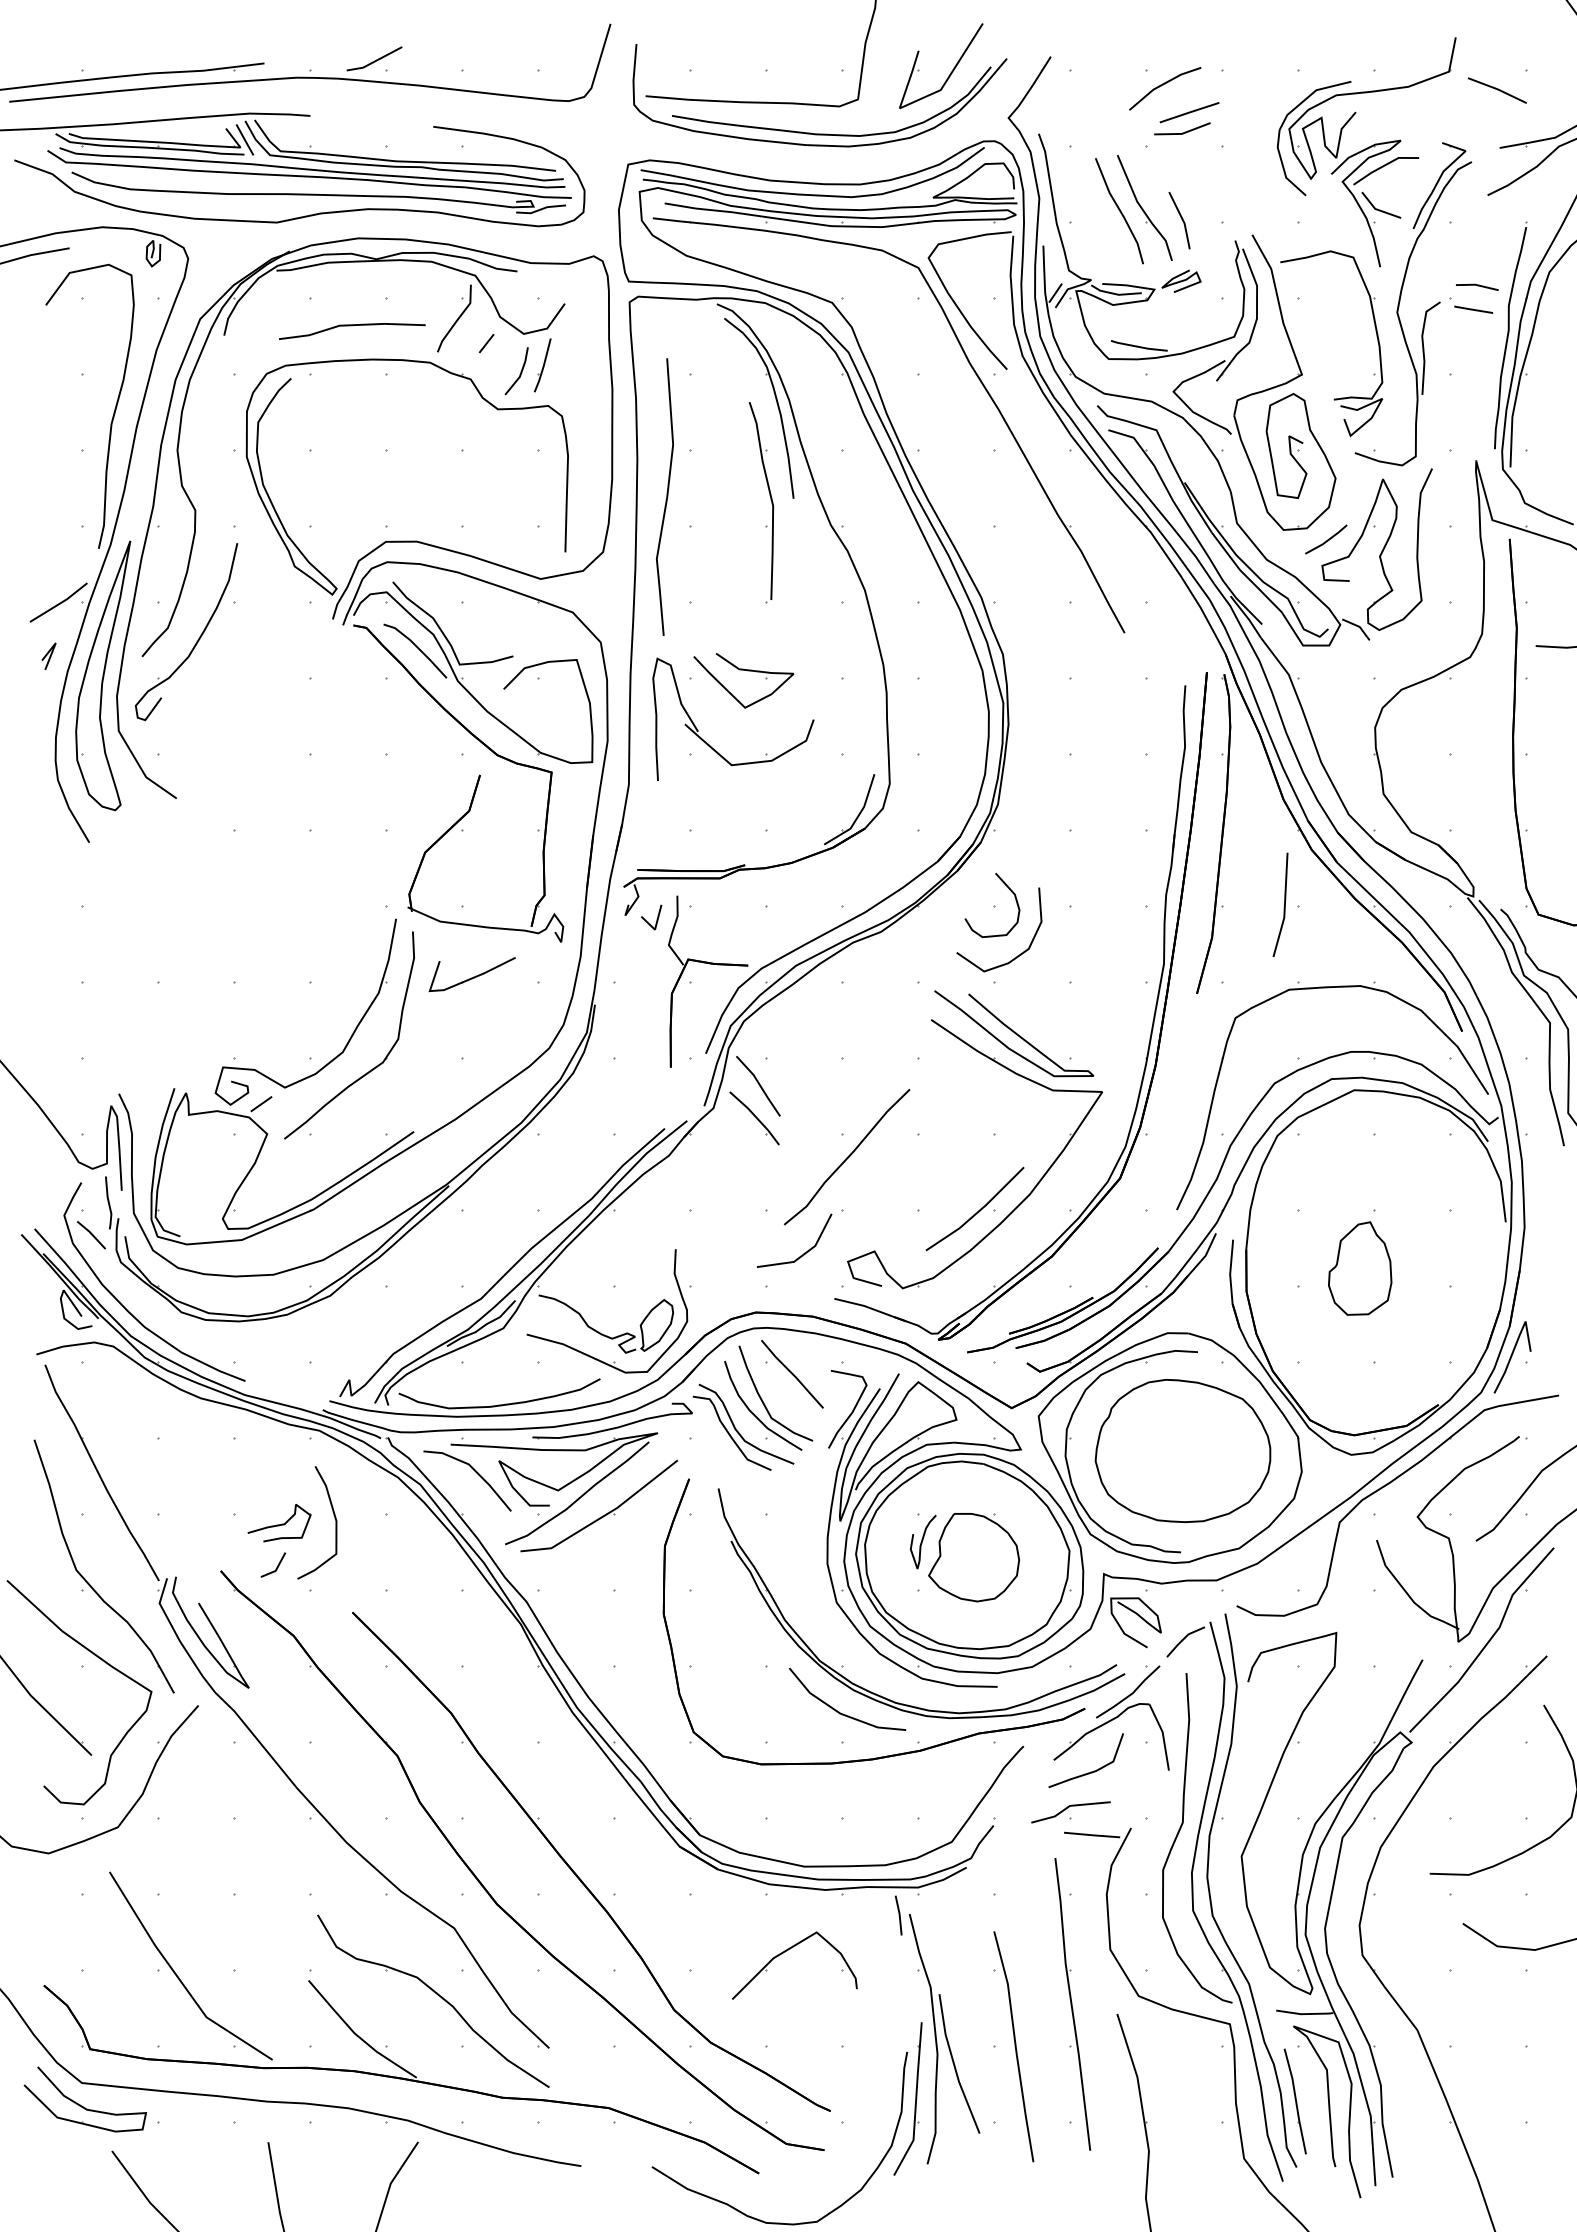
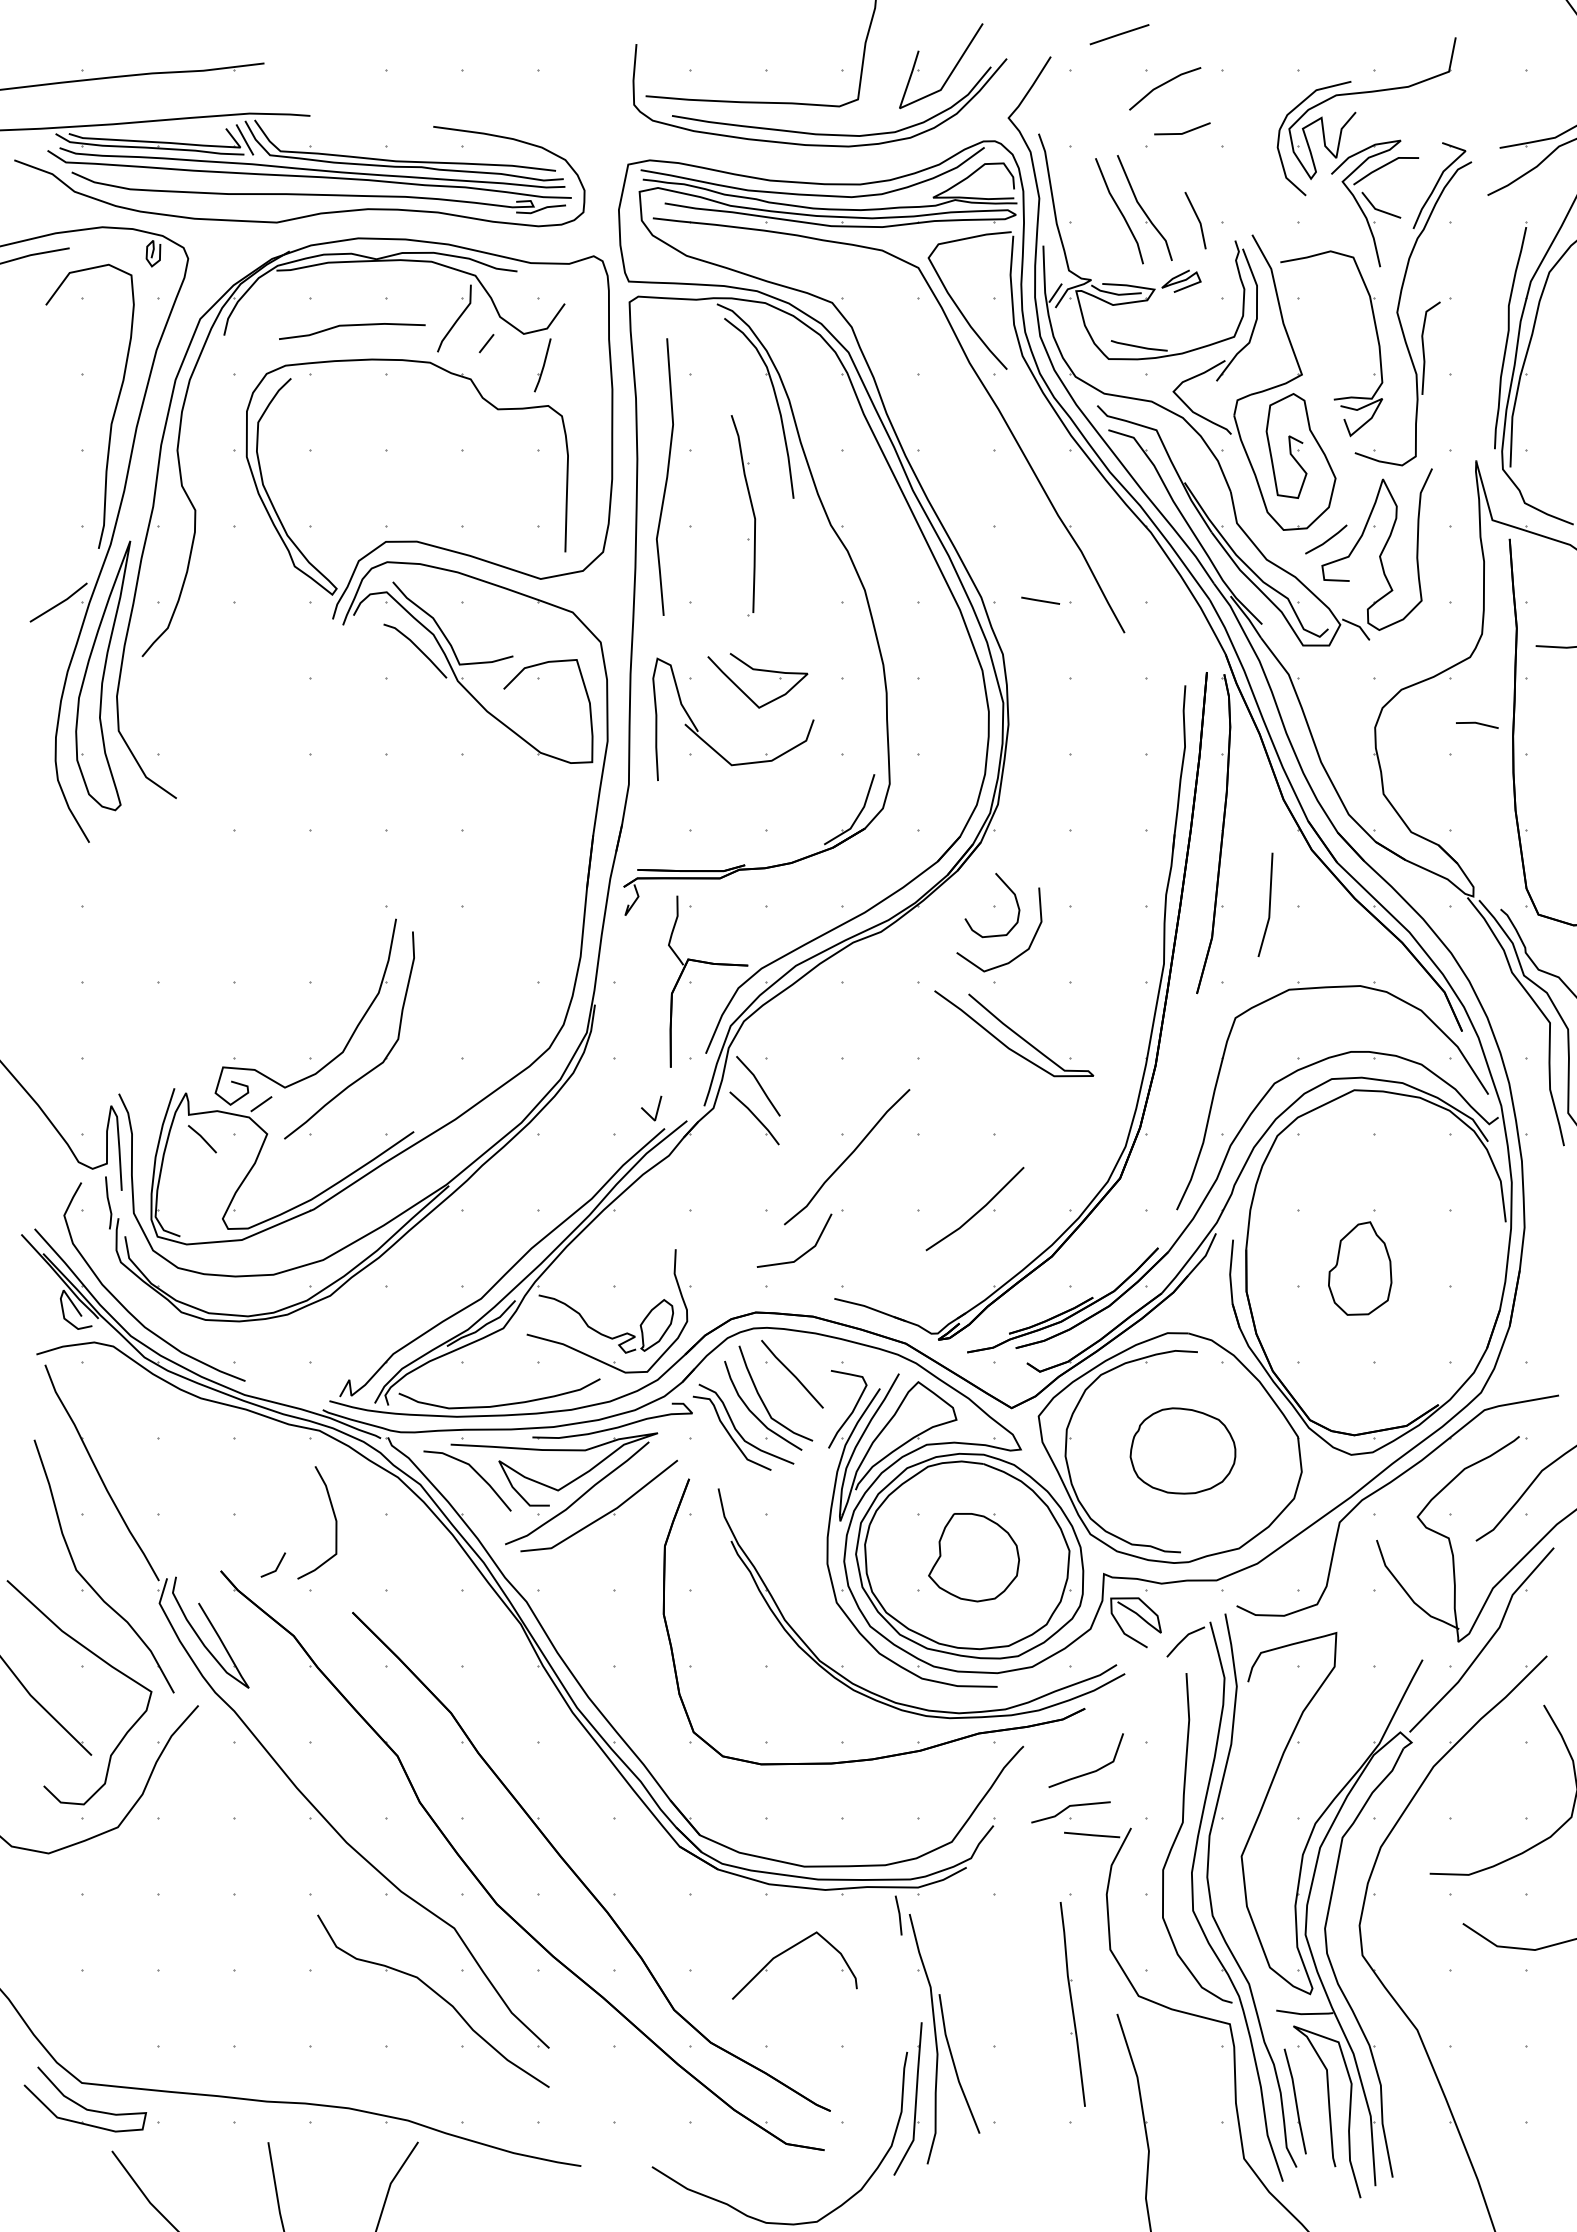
part at (310, 69): present -> none
line at (1496, 89): present -> none
line at (1189, 112) position: (1189, 112) -> (1119, 34)
line at (1181, 219) position: (1181, 219) -> (1197, 219)
line at (1477, 286) position: (1477, 286) -> (1477, 724)
line at (1473, 309) position: (1473, 309) -> (1040, 600)
line at (520, 371): present -> none
curve at (666, 496) position: (666, 496) -> (666, 476)
part at (770, 499) position: (770, 499) -> (752, 512)
part at (197, 639): present -> none
line at (48, 654): present -> none
part at (747, 671) position: (747, 671) -> (761, 671)
part at (474, 789): present -> none
line at (1284, 904) position: (1284, 904) -> (1269, 904)
line at (656, 919) position: (656, 919) -> (656, 1110)
part at (471, 974): present -> none
part at (1021, 1201): present -> none
line at (91, 1235) position: (91, 1235) -> (202, 1139)
curve at (1512, 1356): present -> none
part at (1182, 1450) size: 178x144 px -> 108x88 px
part at (279, 1523): present -> none
curve at (922, 1541): present -> none
line at (839, 1711): present -> none
part at (1111, 1717): present -> none
part at (1072, 2004) size: 38x293 px -> 27x205 px
part at (1013, 2046): present -> none
part at (381, 2053): present -> none
